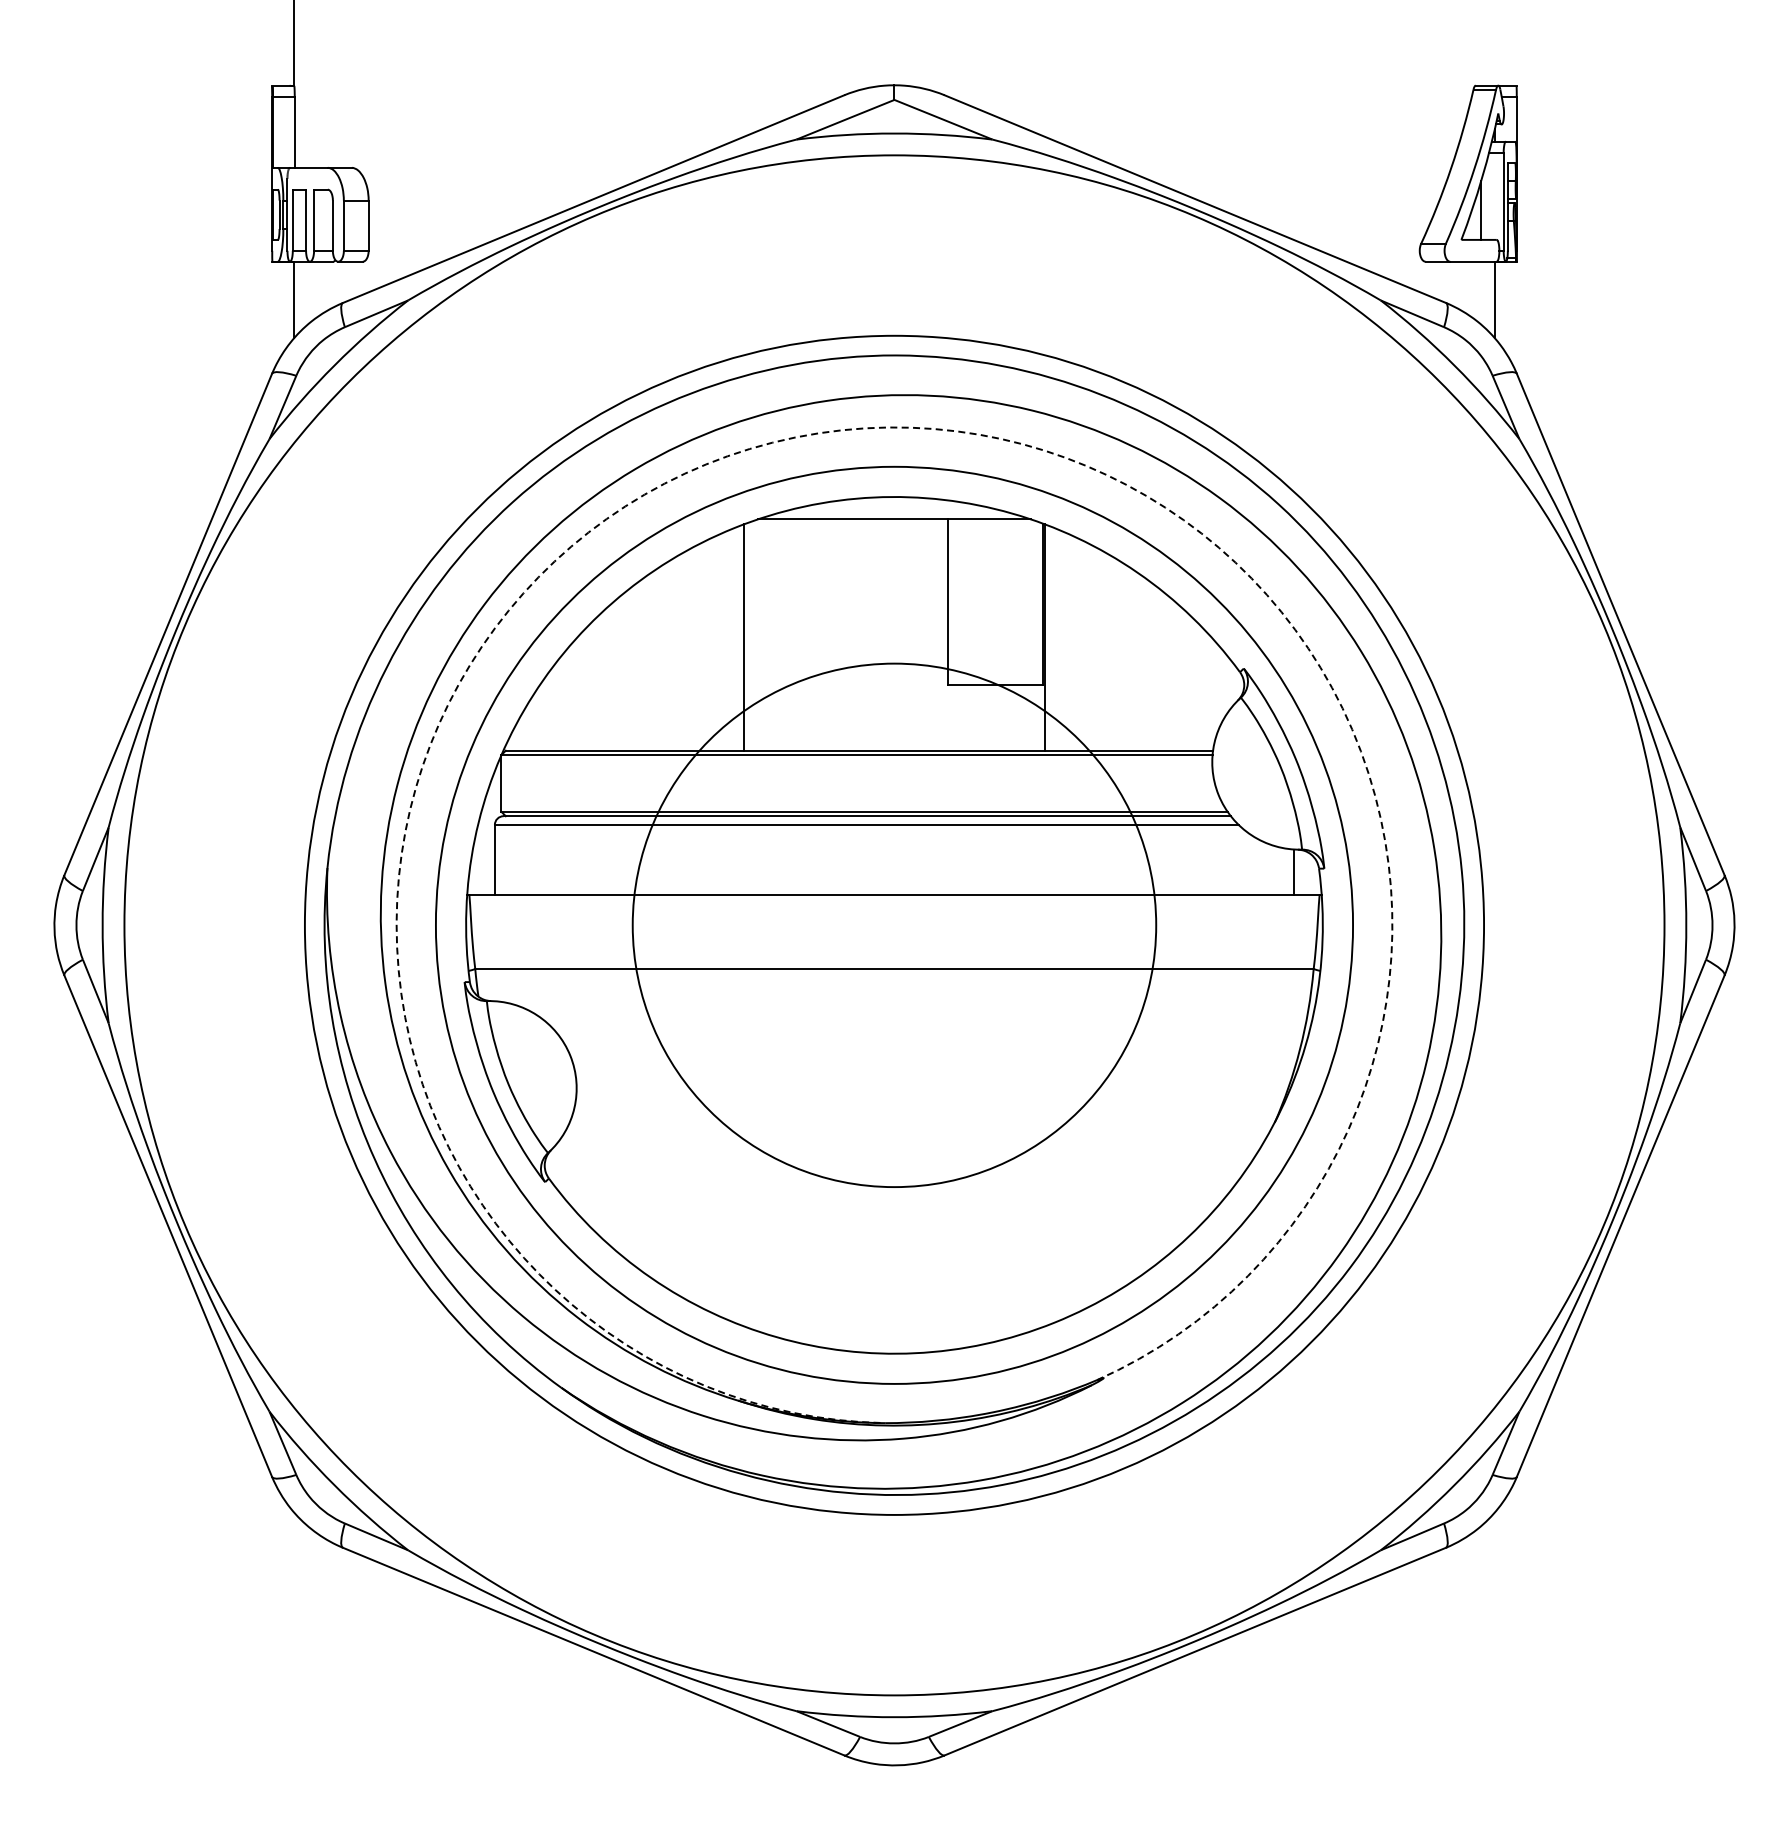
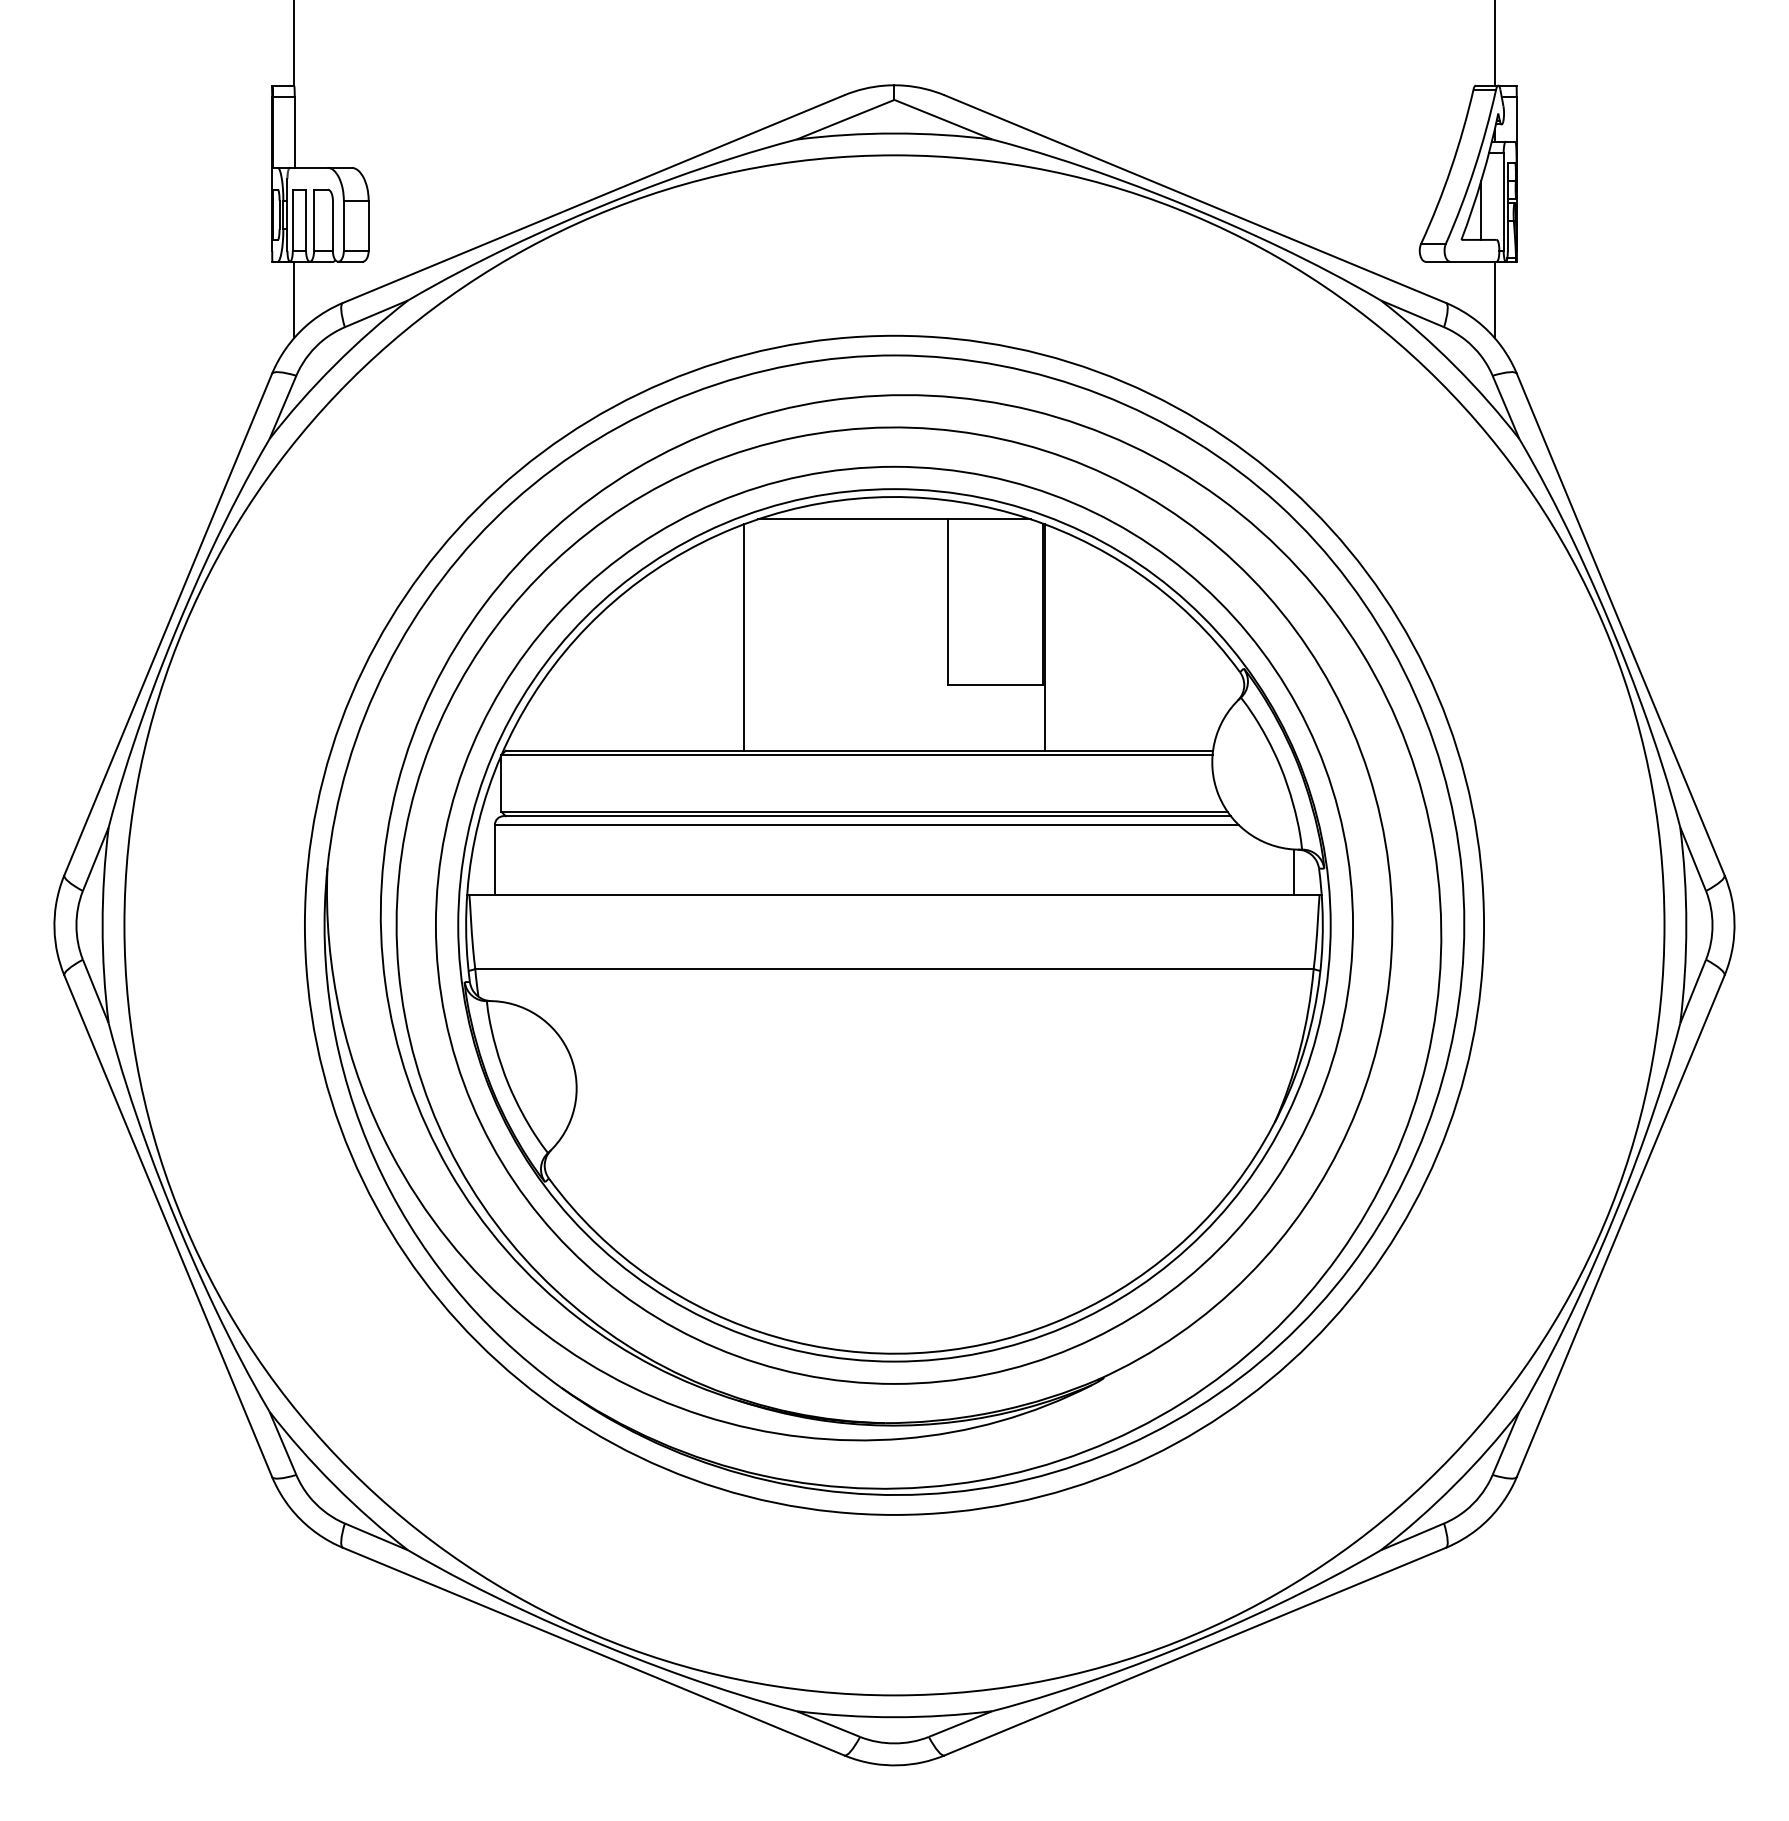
line at (1494, 43): none -> present
arc at (795, 437): dashed -> solid
circle at (894, 925) diameter: 523 px -> 872 px
